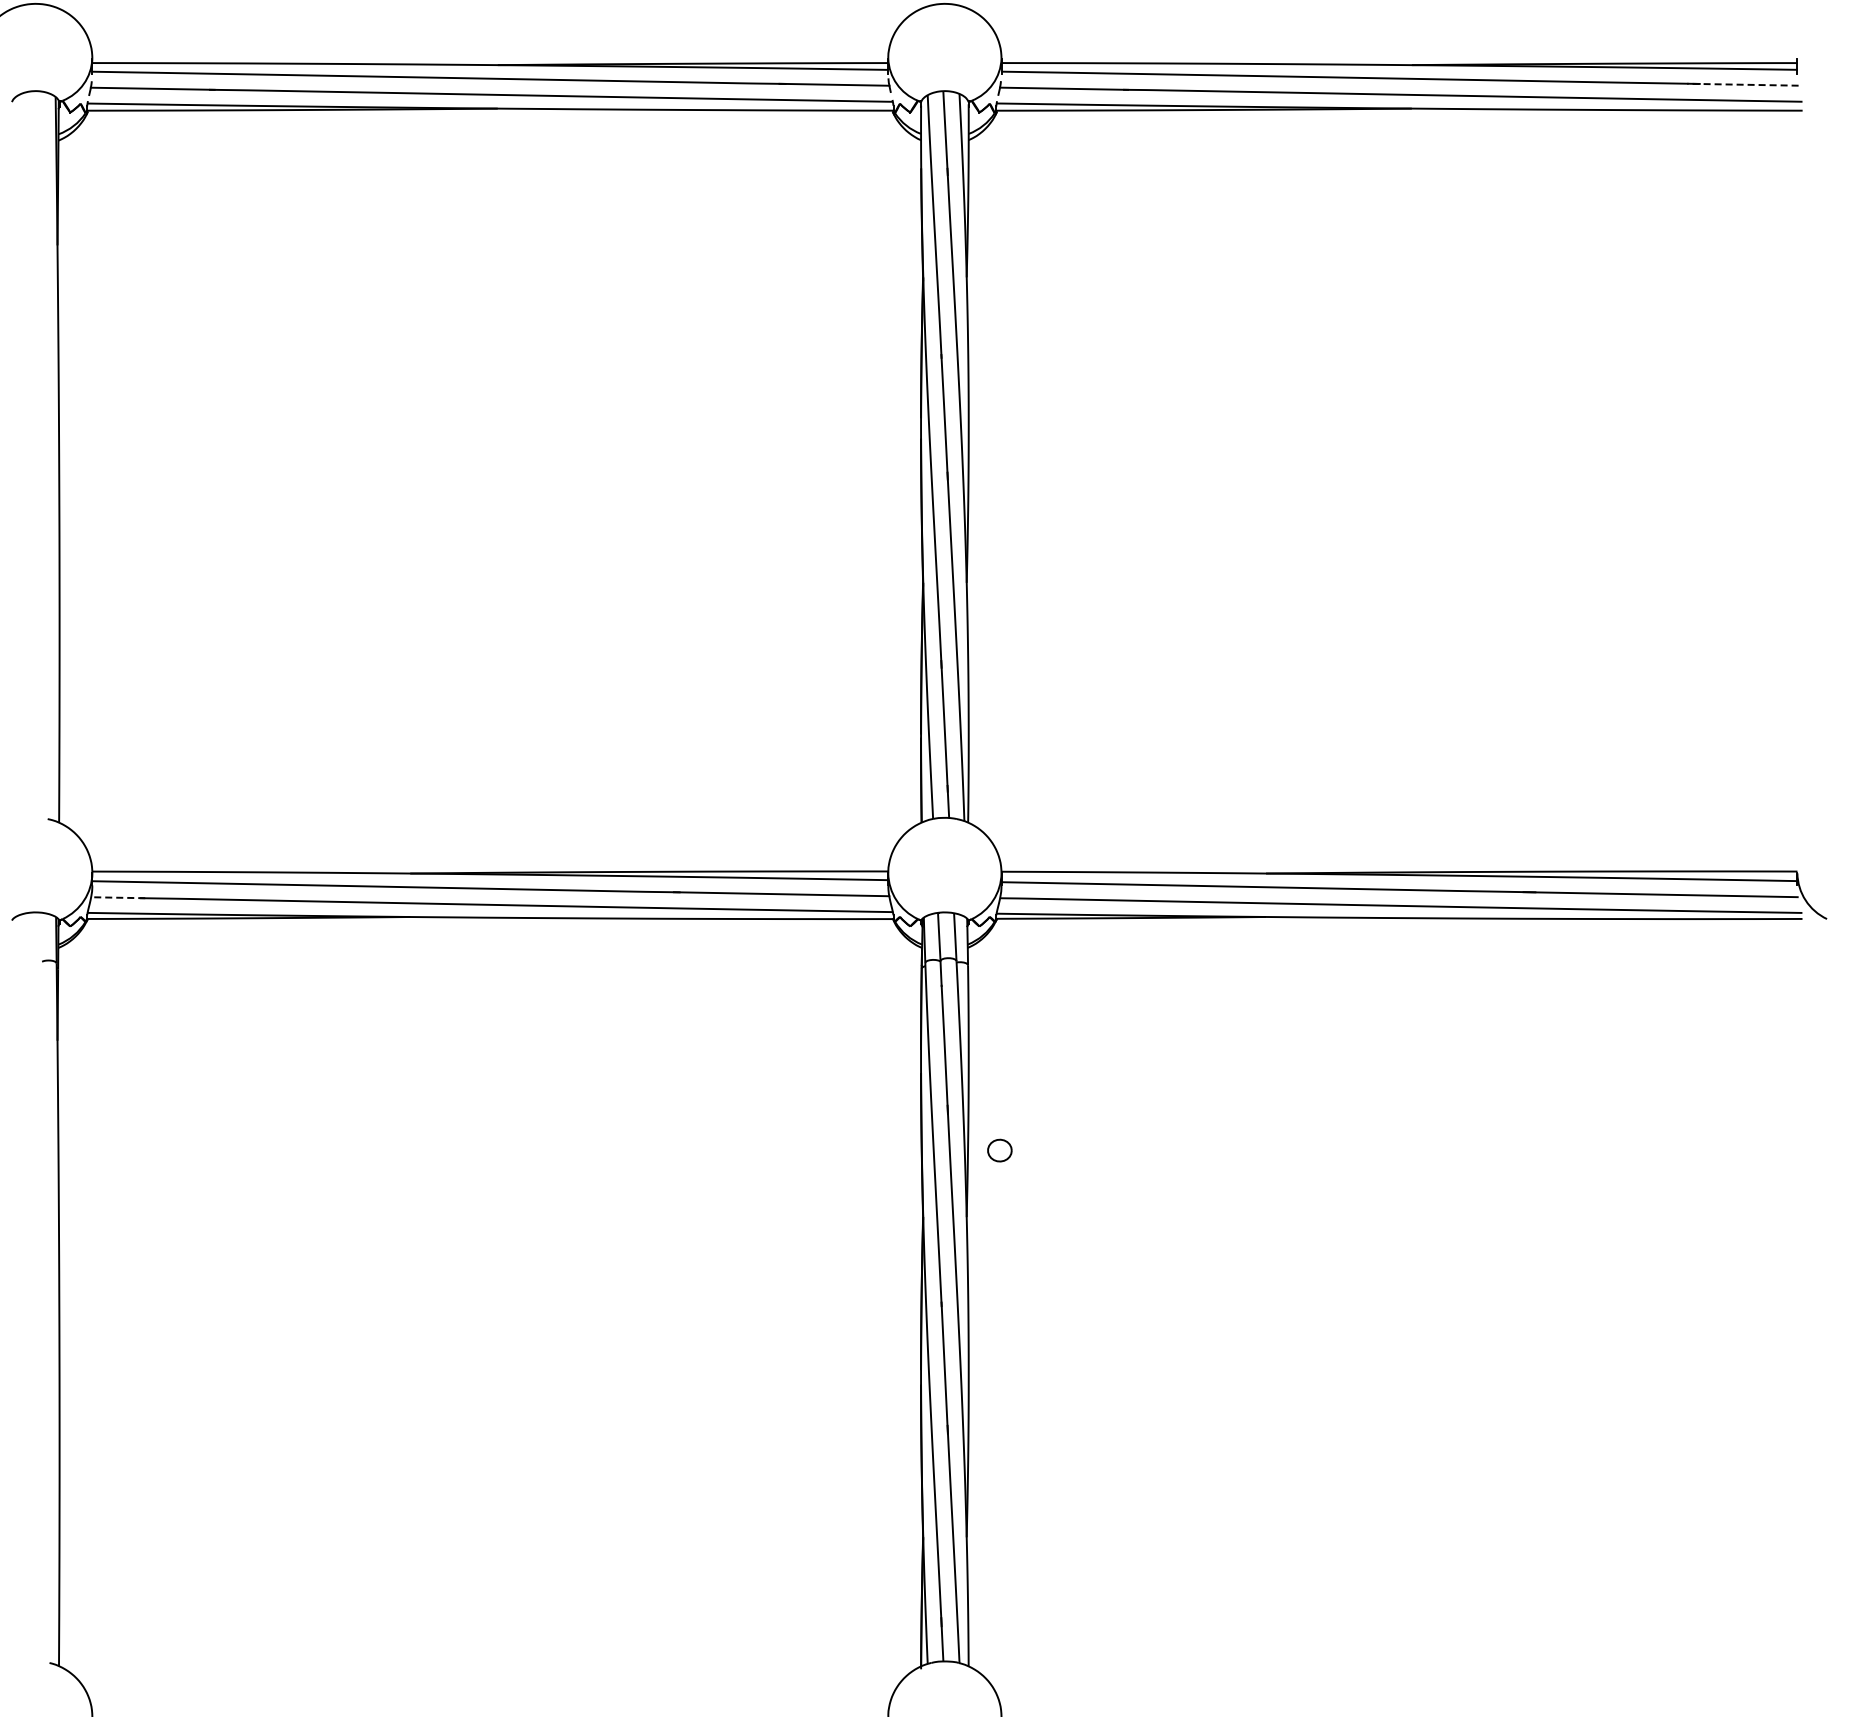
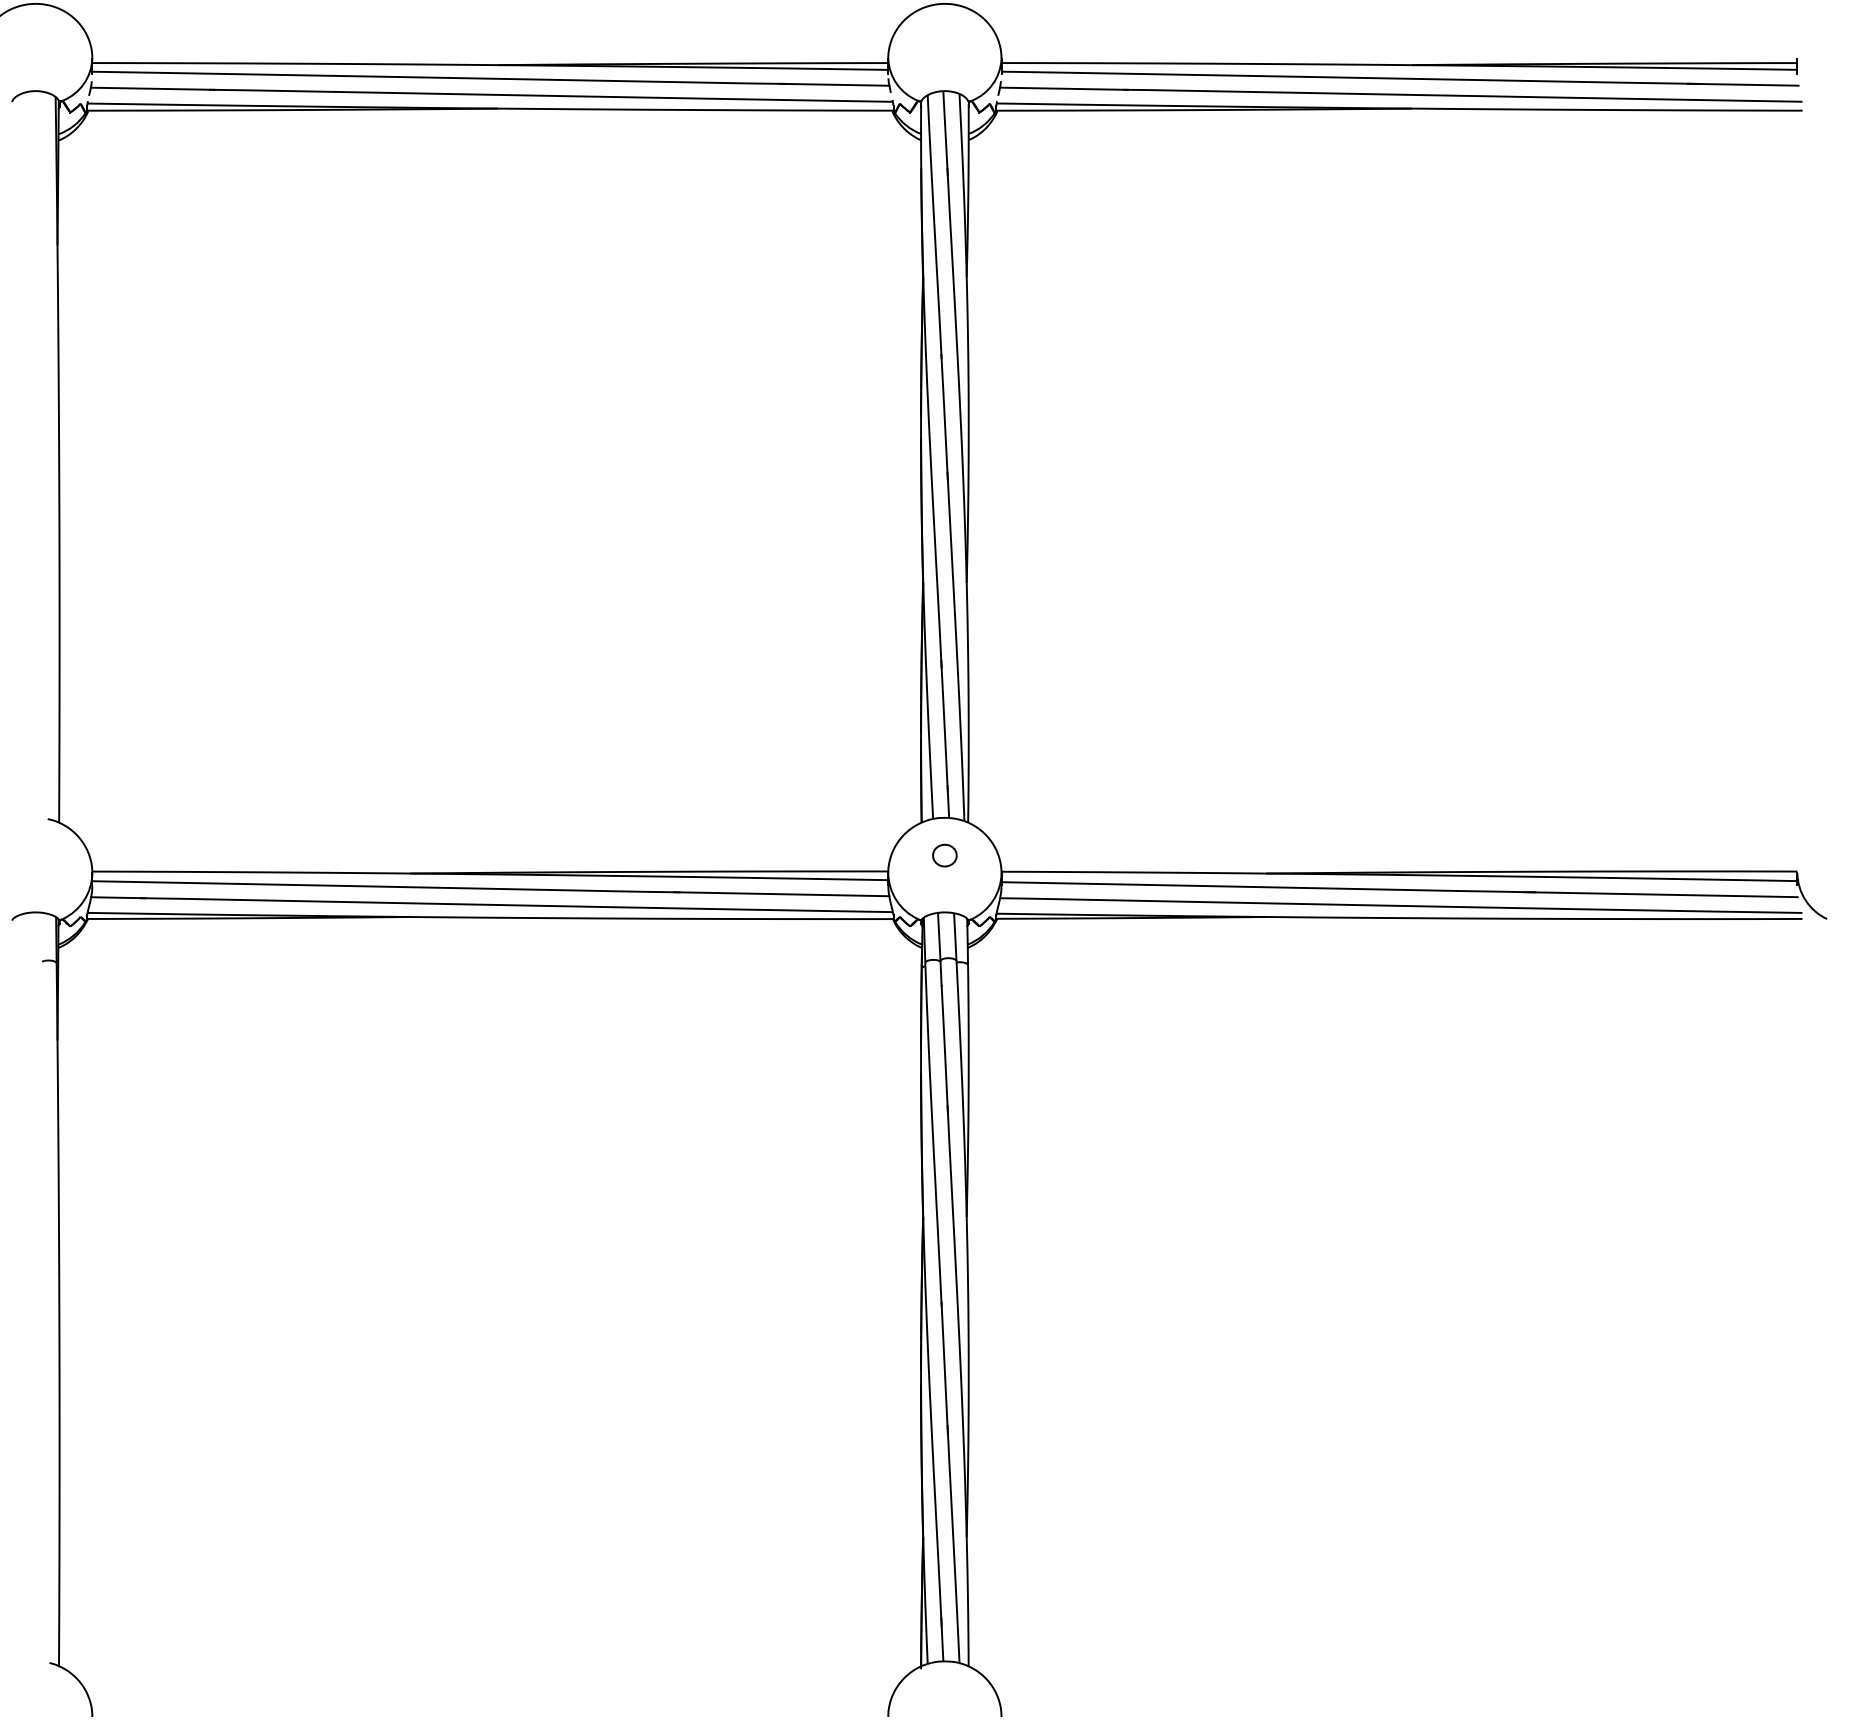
line at (1742, 84): dashed -> solid
line at (117, 897): dashed -> solid
part at (999, 1150) position: (999, 1150) -> (944, 855)
